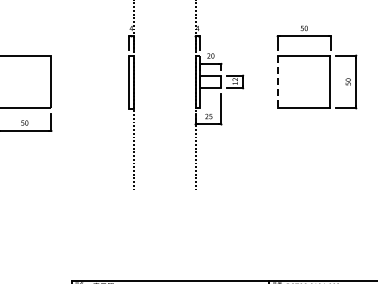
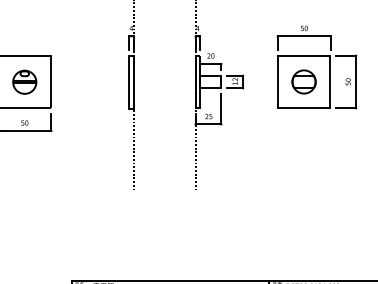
part at (24, 81): none -> present
part at (303, 81): none -> present
line at (277, 82): dashed -> solid
